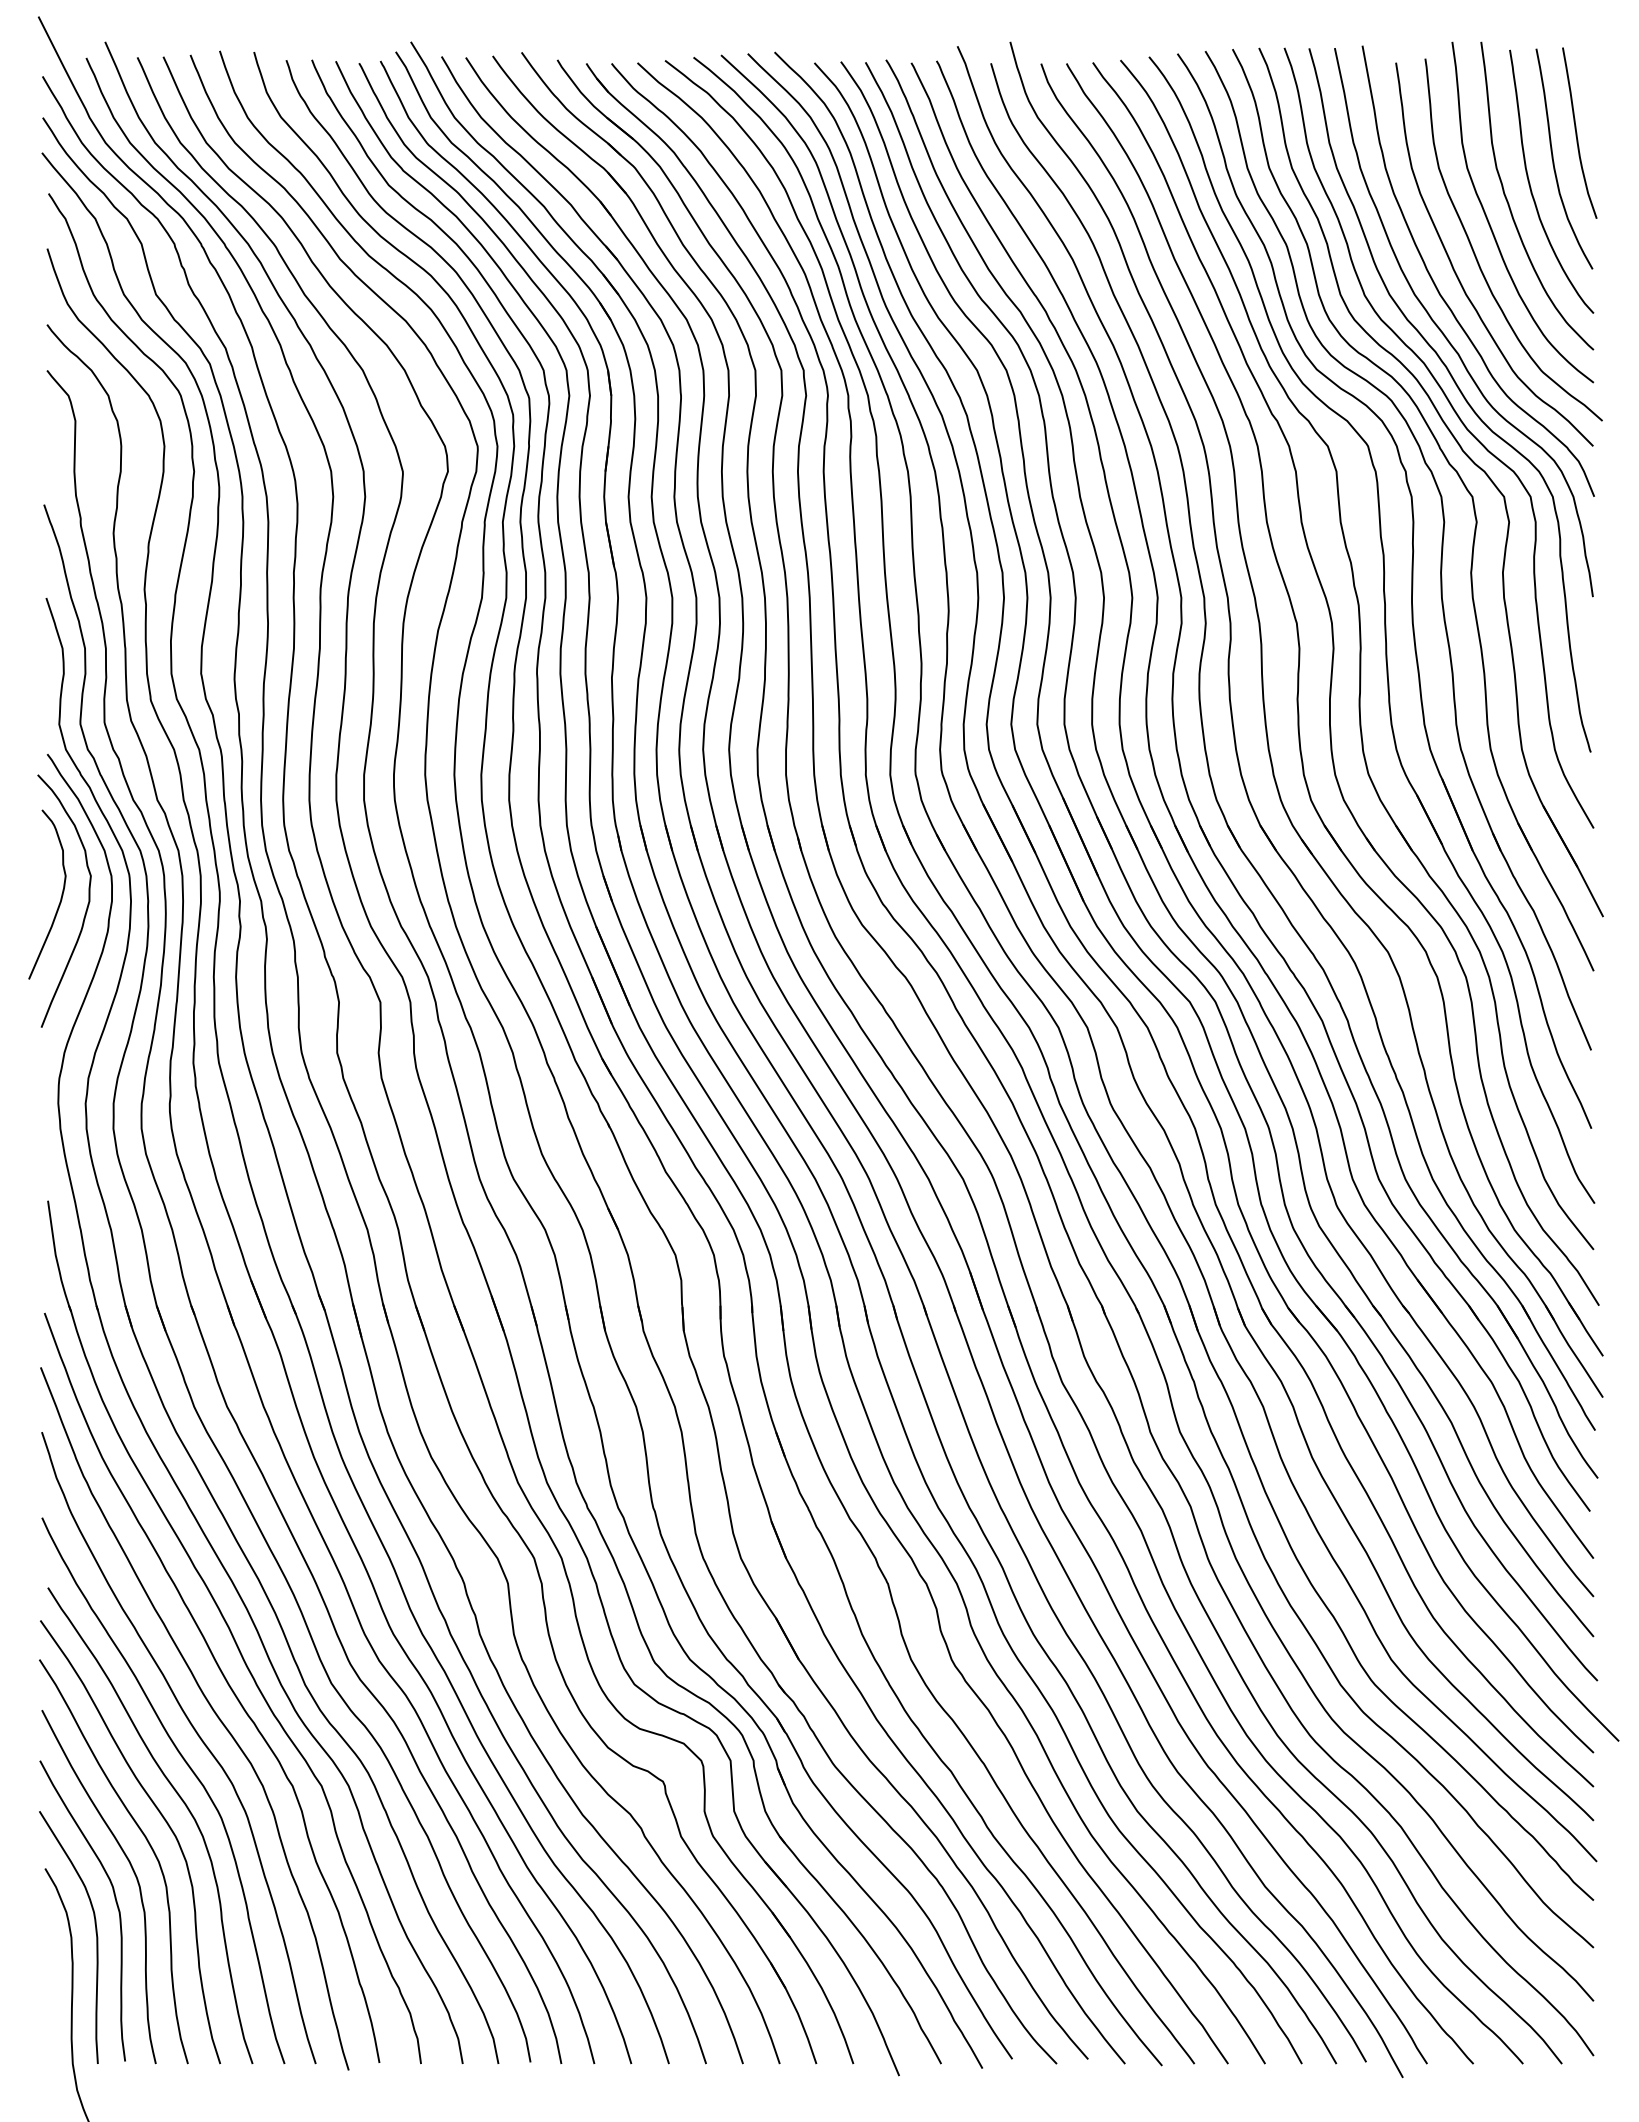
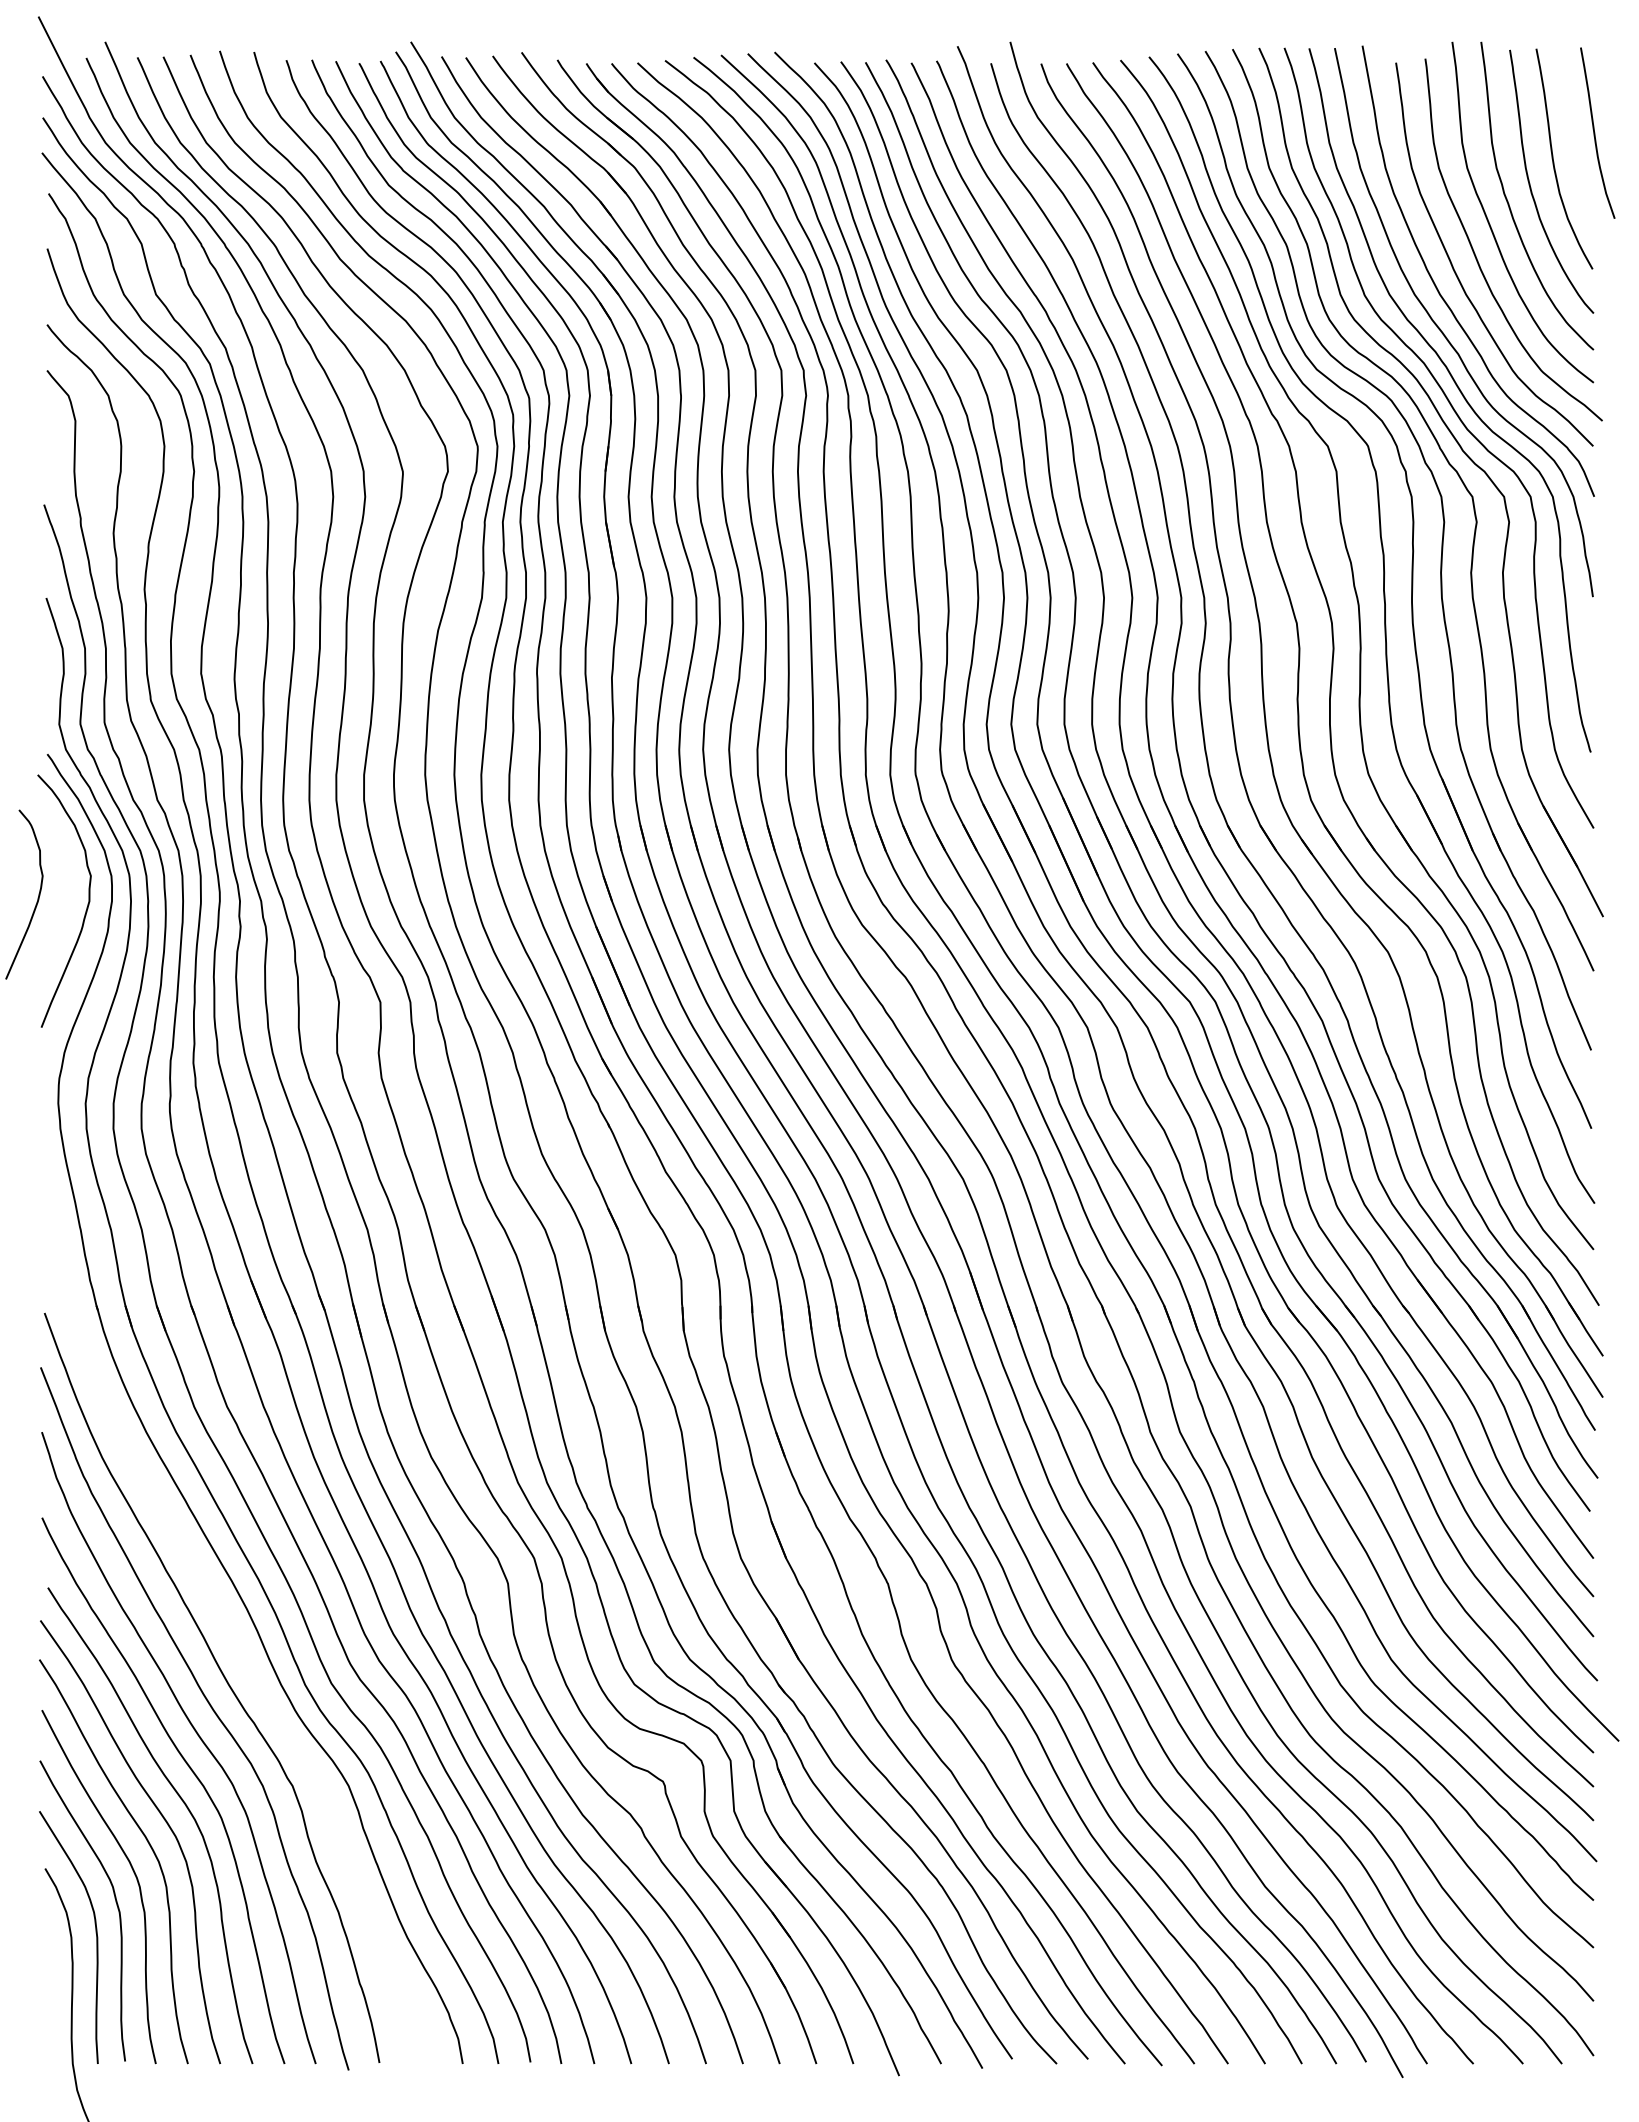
curve at (1577, 132) position: (1577, 132) -> (1595, 132)
curve at (60, 897) position: (60, 897) -> (37, 897)
part at (234, 1631): present -> none
